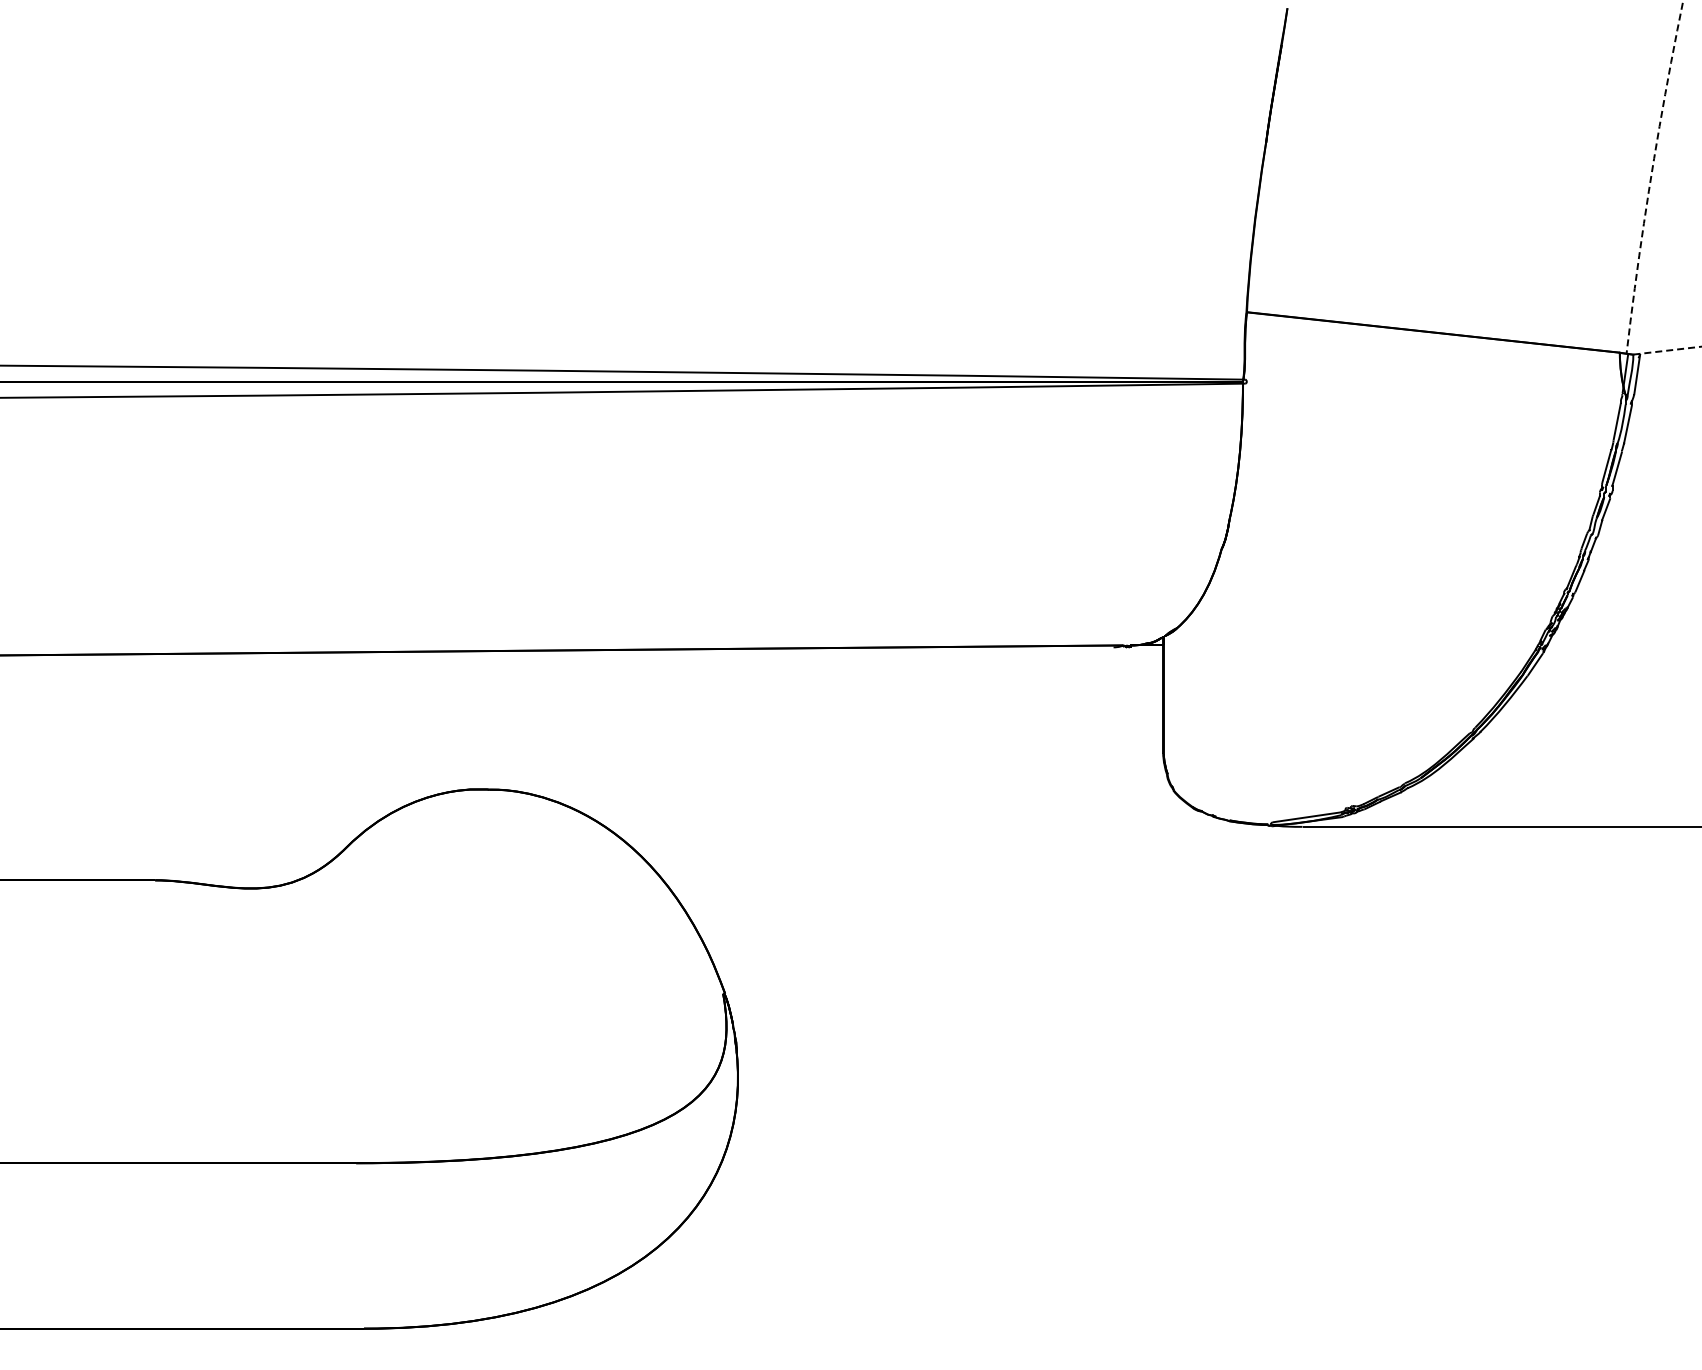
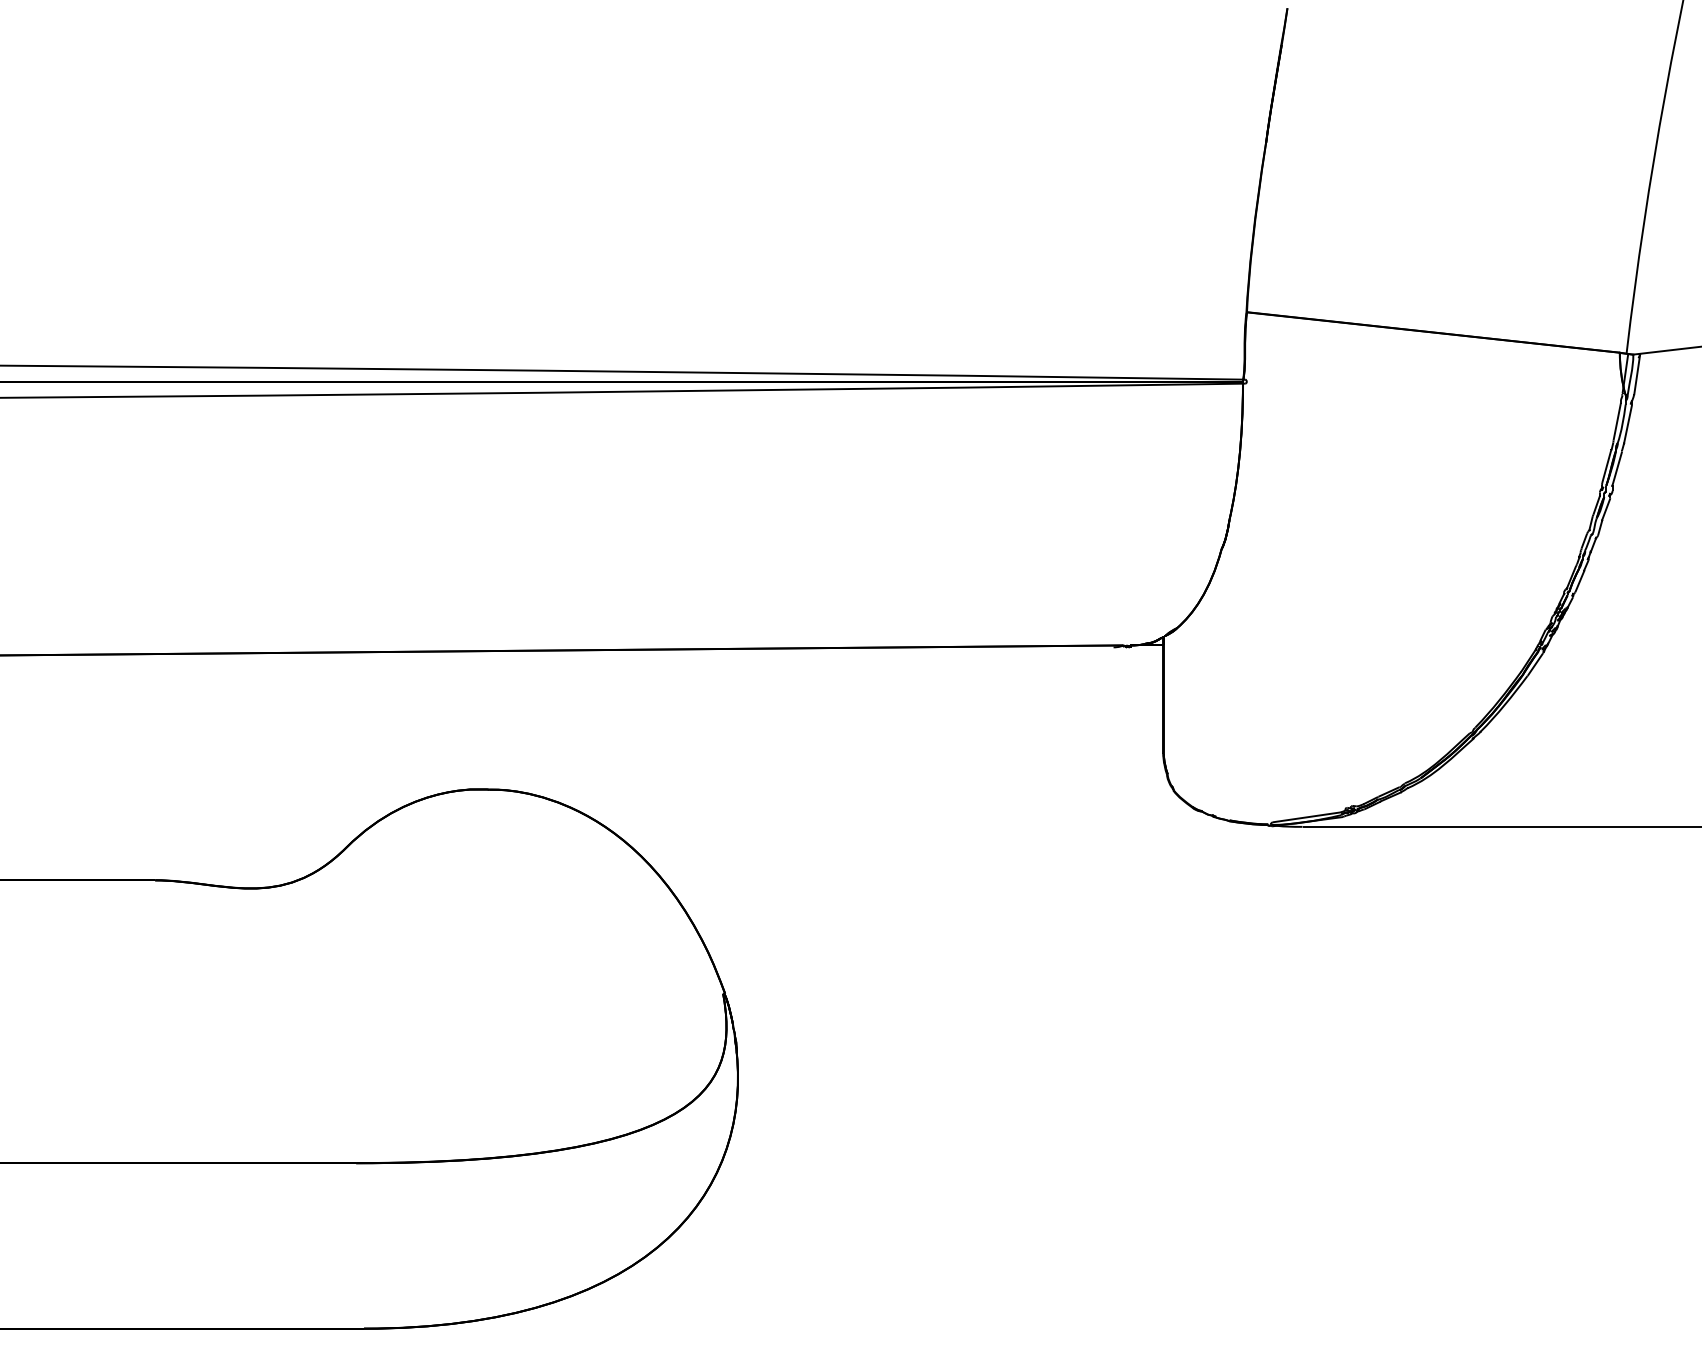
arc at (1651, 175): dashed -> solid
line at (1668, 350): dashed -> solid
